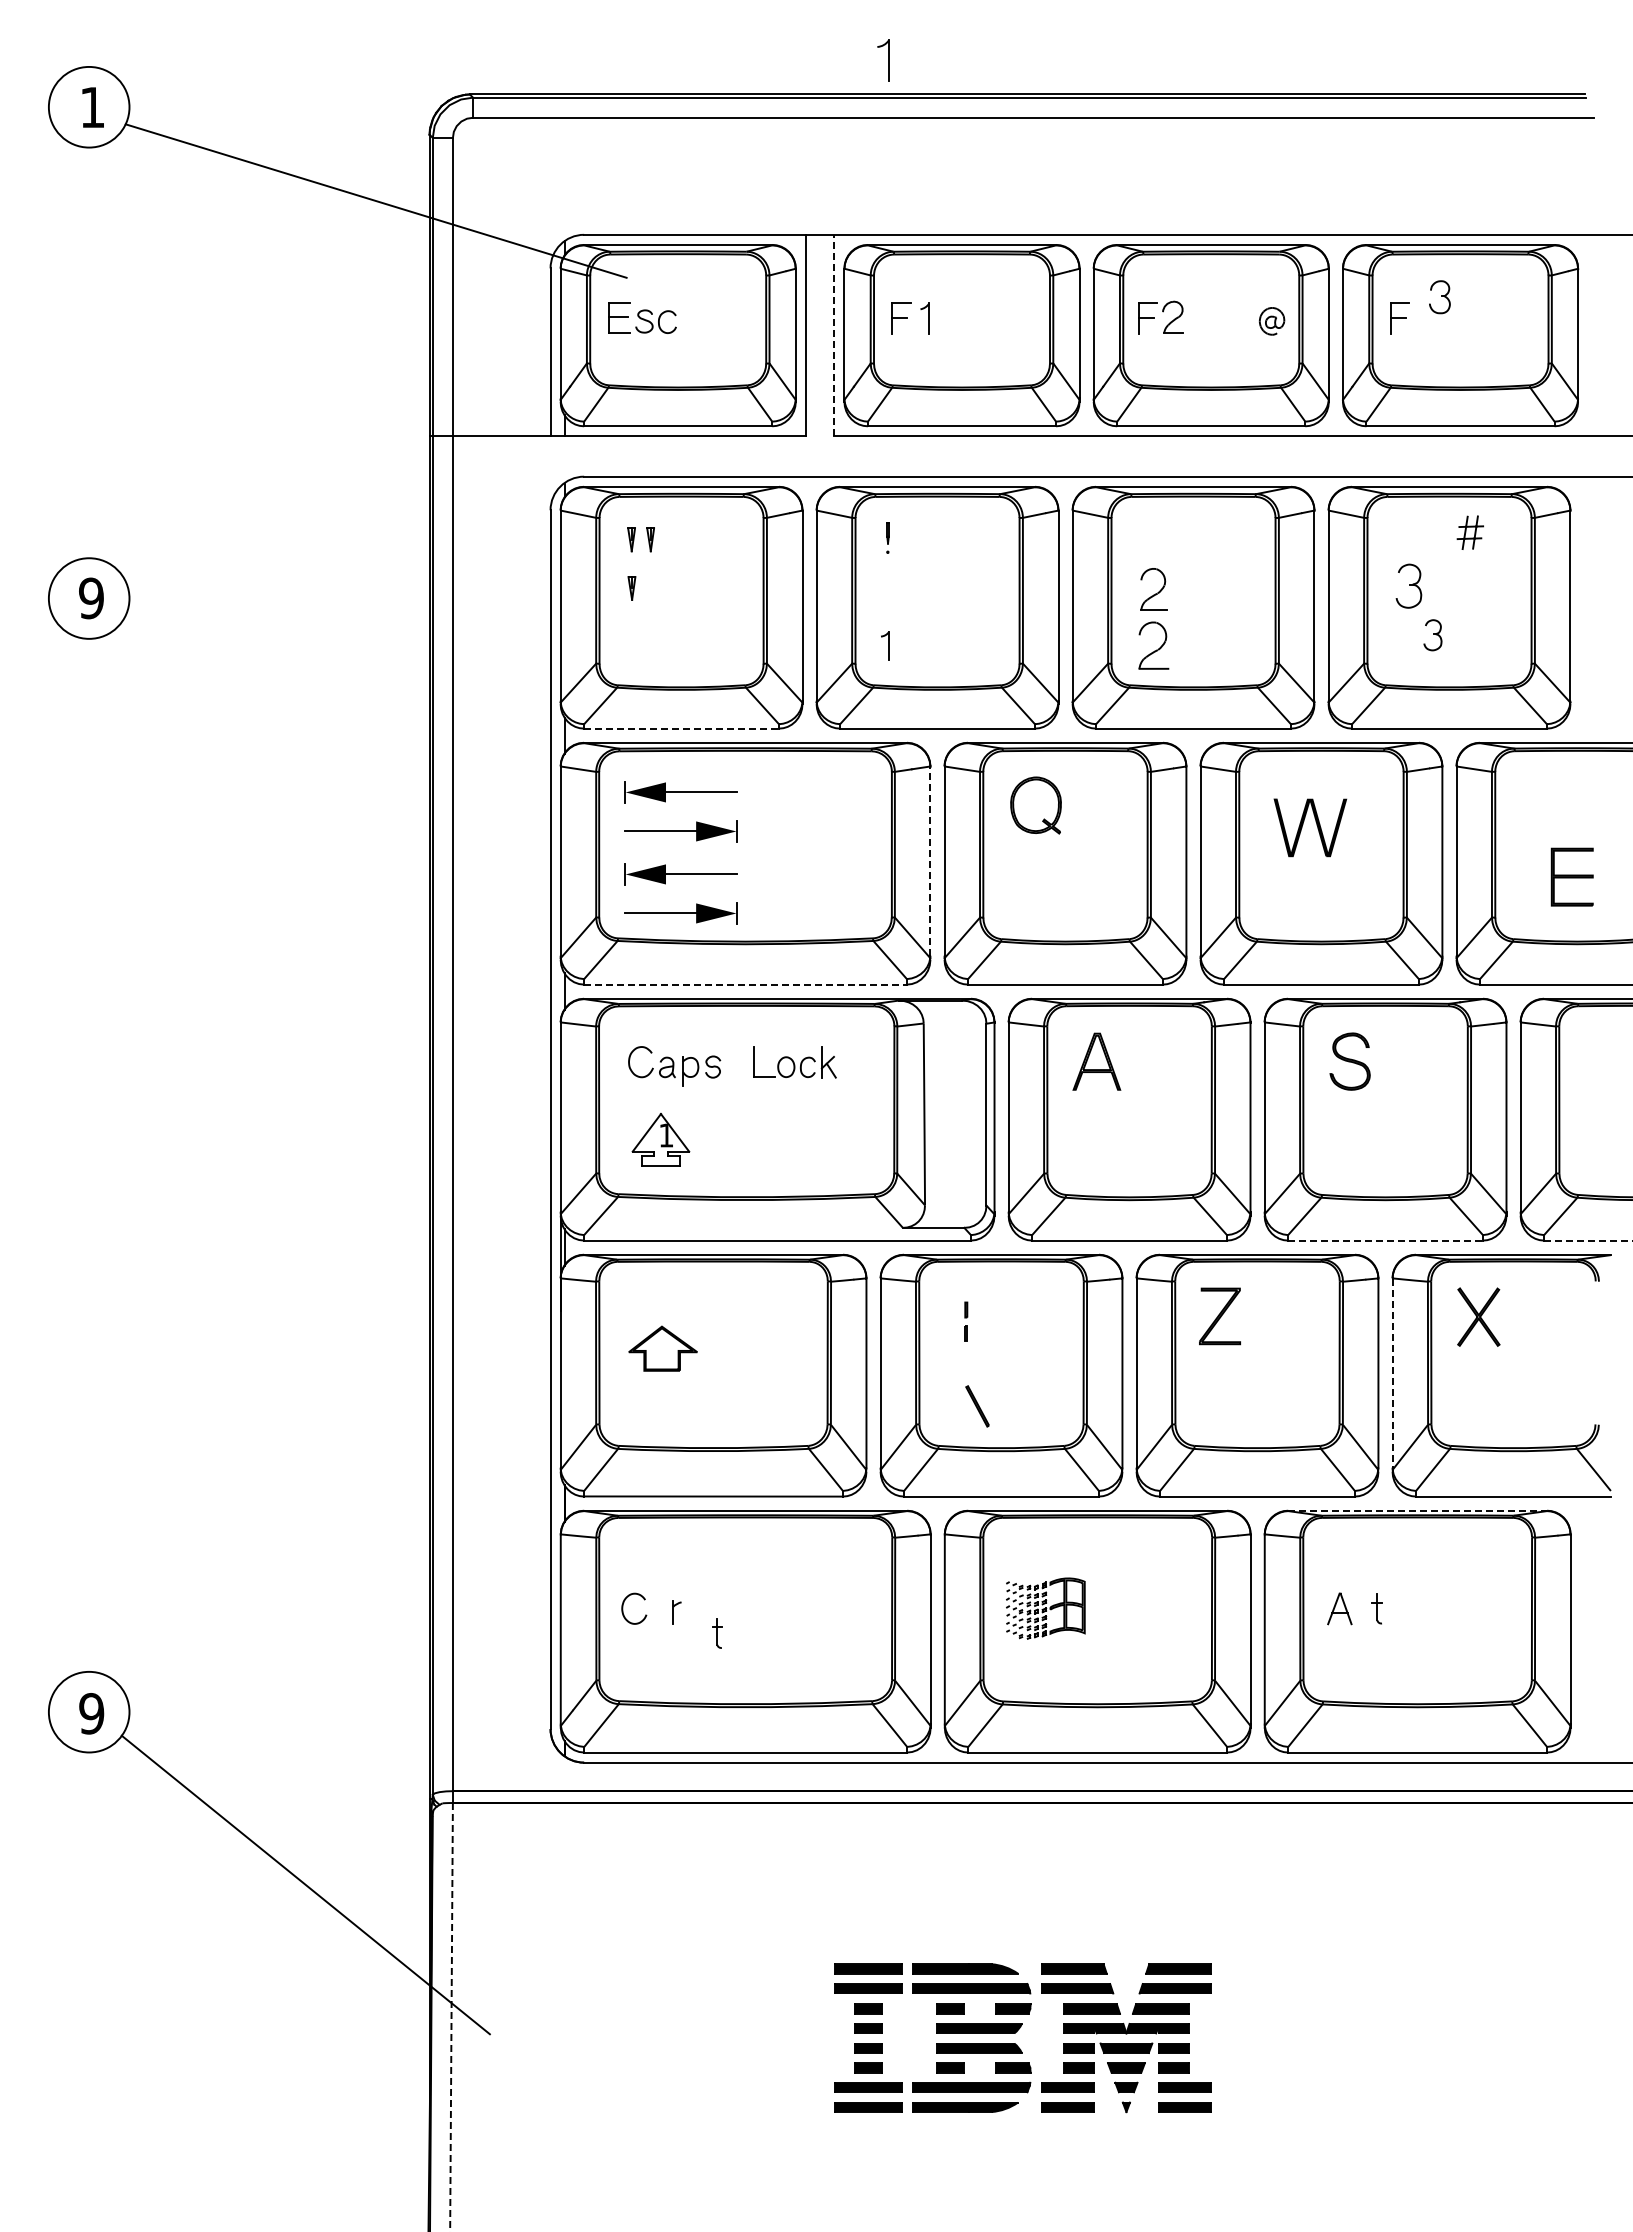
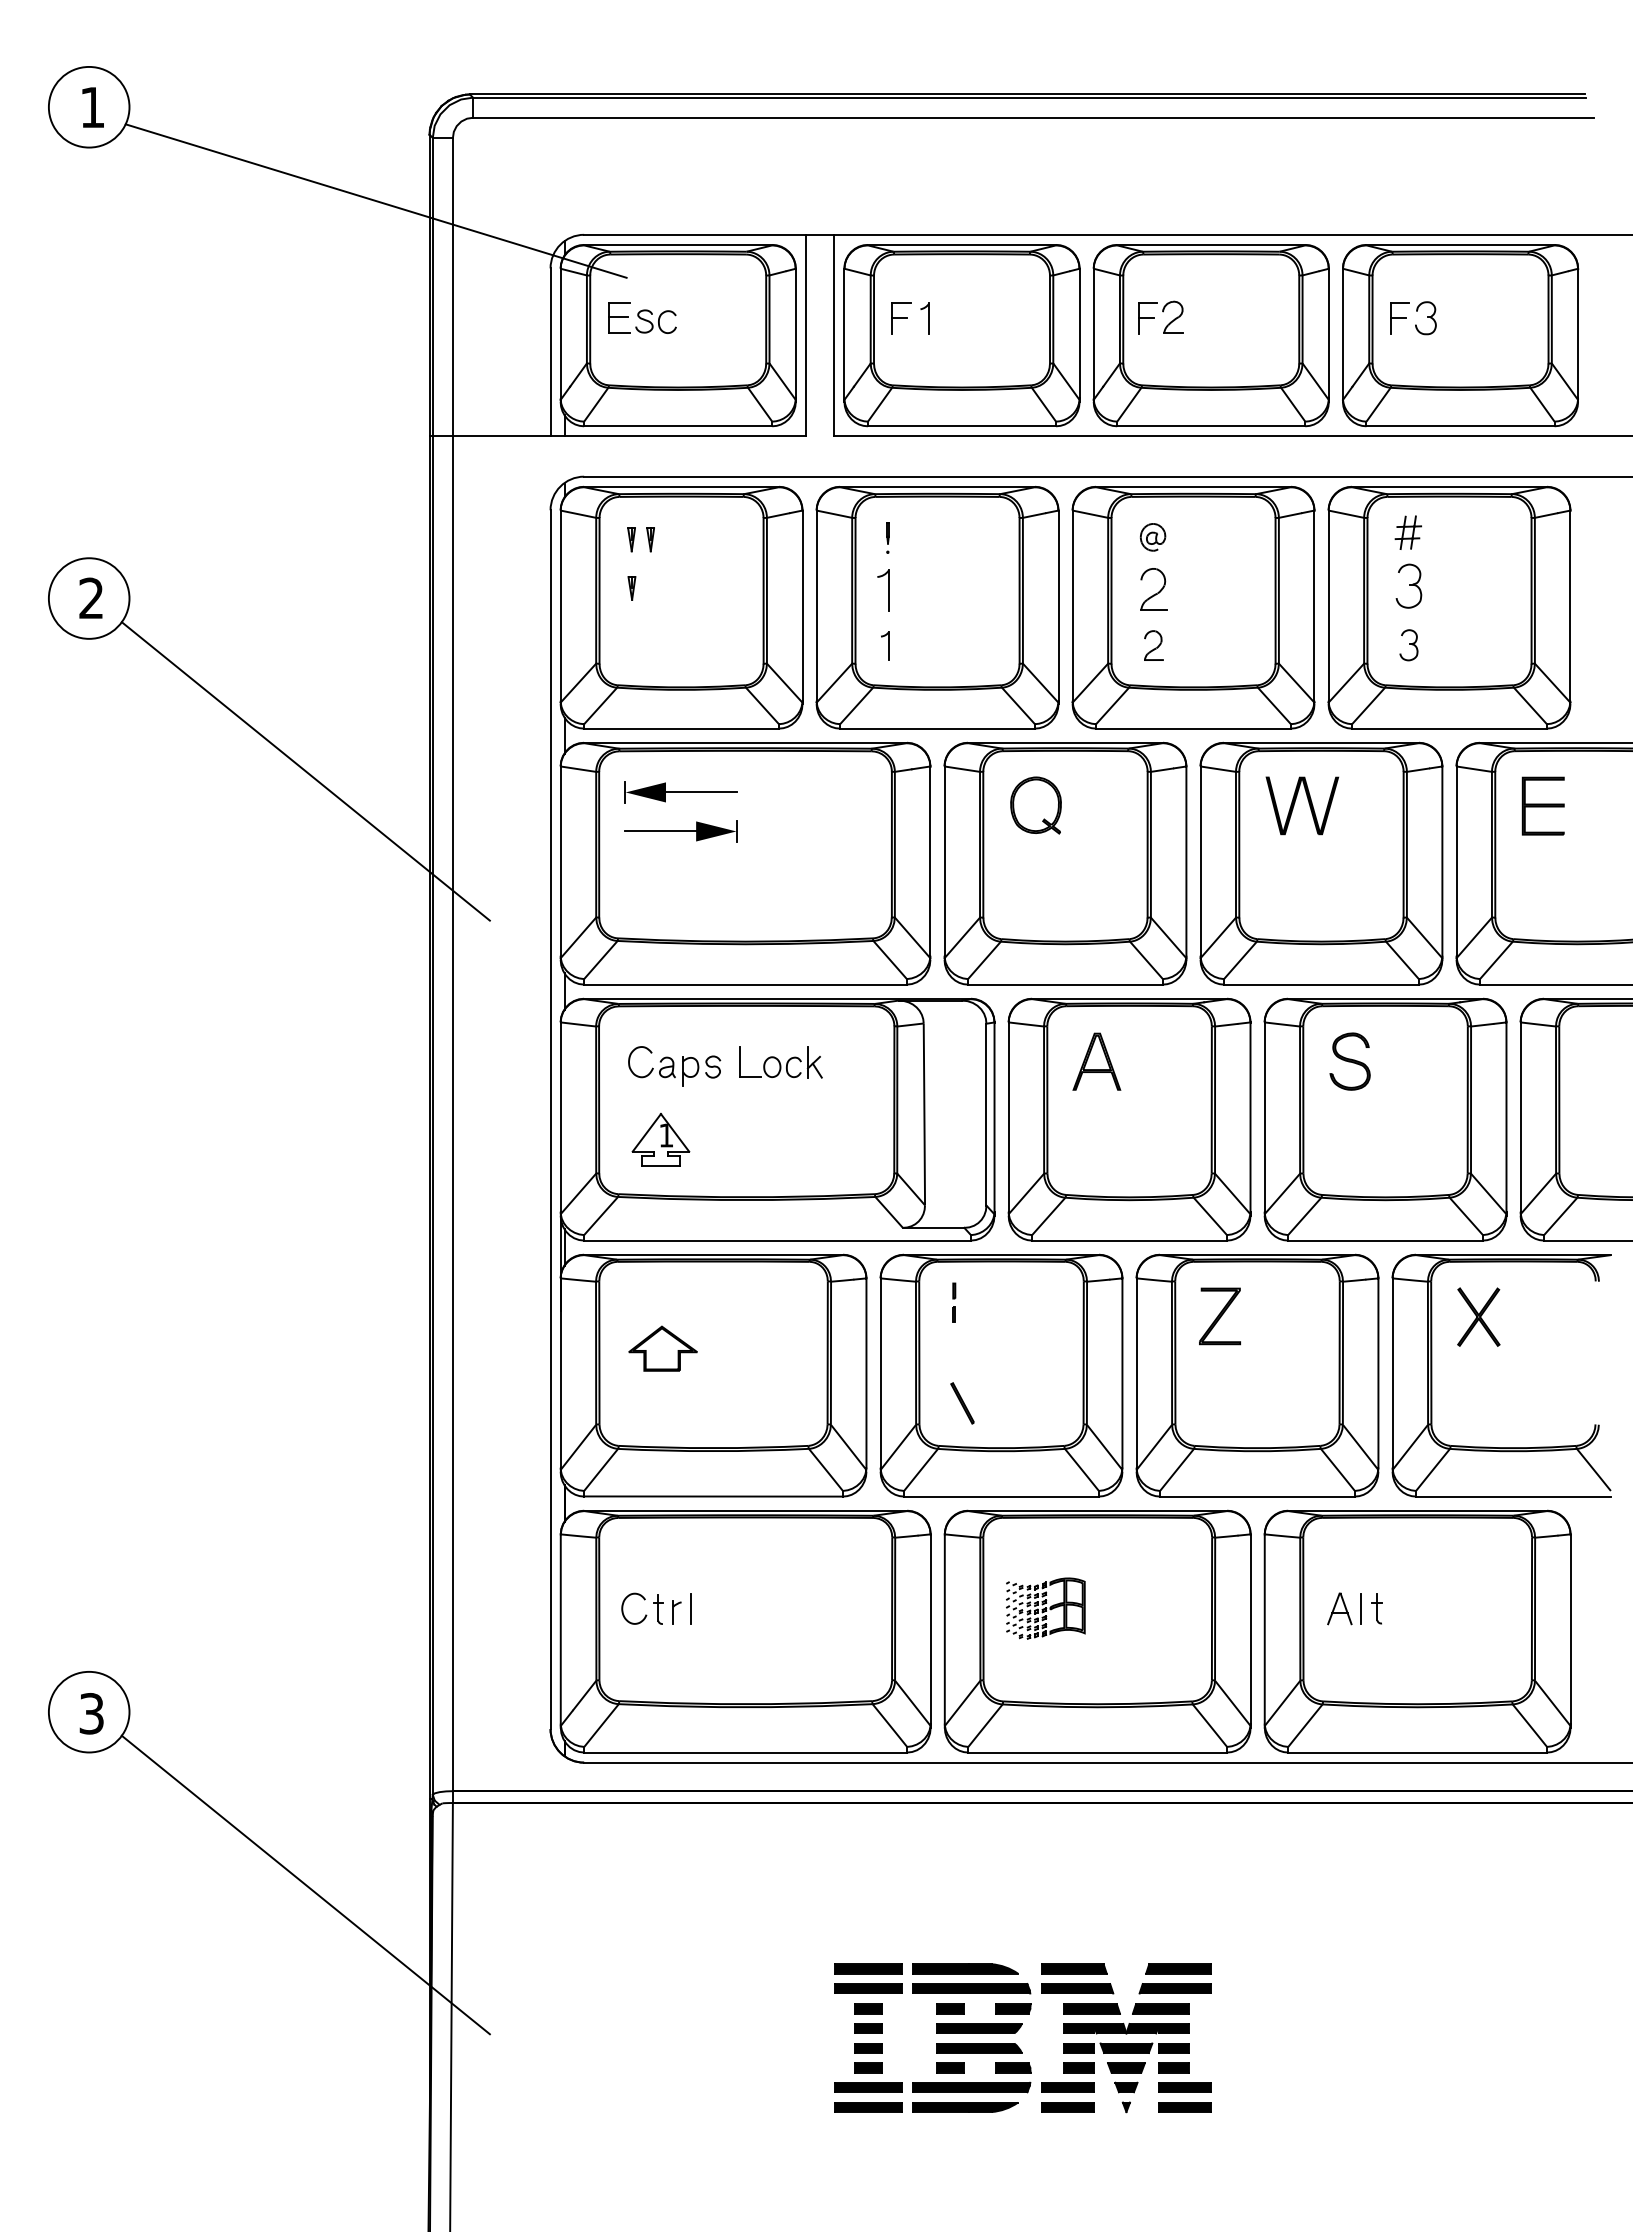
part at (883, 60) position: (883, 60) -> (883, 590)
part at (1439, 297) position: (1439, 297) -> (1425, 318)
part at (1271, 321) position: (1271, 321) -> (1152, 537)
line at (834, 335): dashed -> solid
part at (1469, 532) position: (1469, 532) -> (1407, 532)
text at (91, 598): 9 -> 2
part at (1432, 635) position: (1432, 635) -> (1408, 645)
part at (1153, 645) size: 32x49 px -> 20x31 px
line at (682, 728): dashed -> solid
line at (305, 771): none -> present
part at (1316, 825) position: (1316, 825) -> (1308, 803)
line at (930, 860): dashed -> solid
part at (1571, 876) position: (1571, 876) -> (1542, 805)
part at (665, 884): present -> none
line at (746, 984): dashed -> solid
part at (794, 1062) position: (794, 1062) -> (780, 1062)
line at (1386, 1240): dashed -> solid
line at (1588, 1240): dashed -> solid
line at (966, 1318) position: (966, 1318) -> (954, 1299)
line at (1392, 1373): dashed -> solid
part at (977, 1406) position: (977, 1406) -> (962, 1403)
line at (1418, 1510): dashed -> solid
line at (690, 1609): none -> present
line at (1361, 1609): none -> present
part at (717, 1633) position: (717, 1633) -> (658, 1609)
text at (91, 1713): 9 -> 3
line at (451, 2017): dashed -> solid
